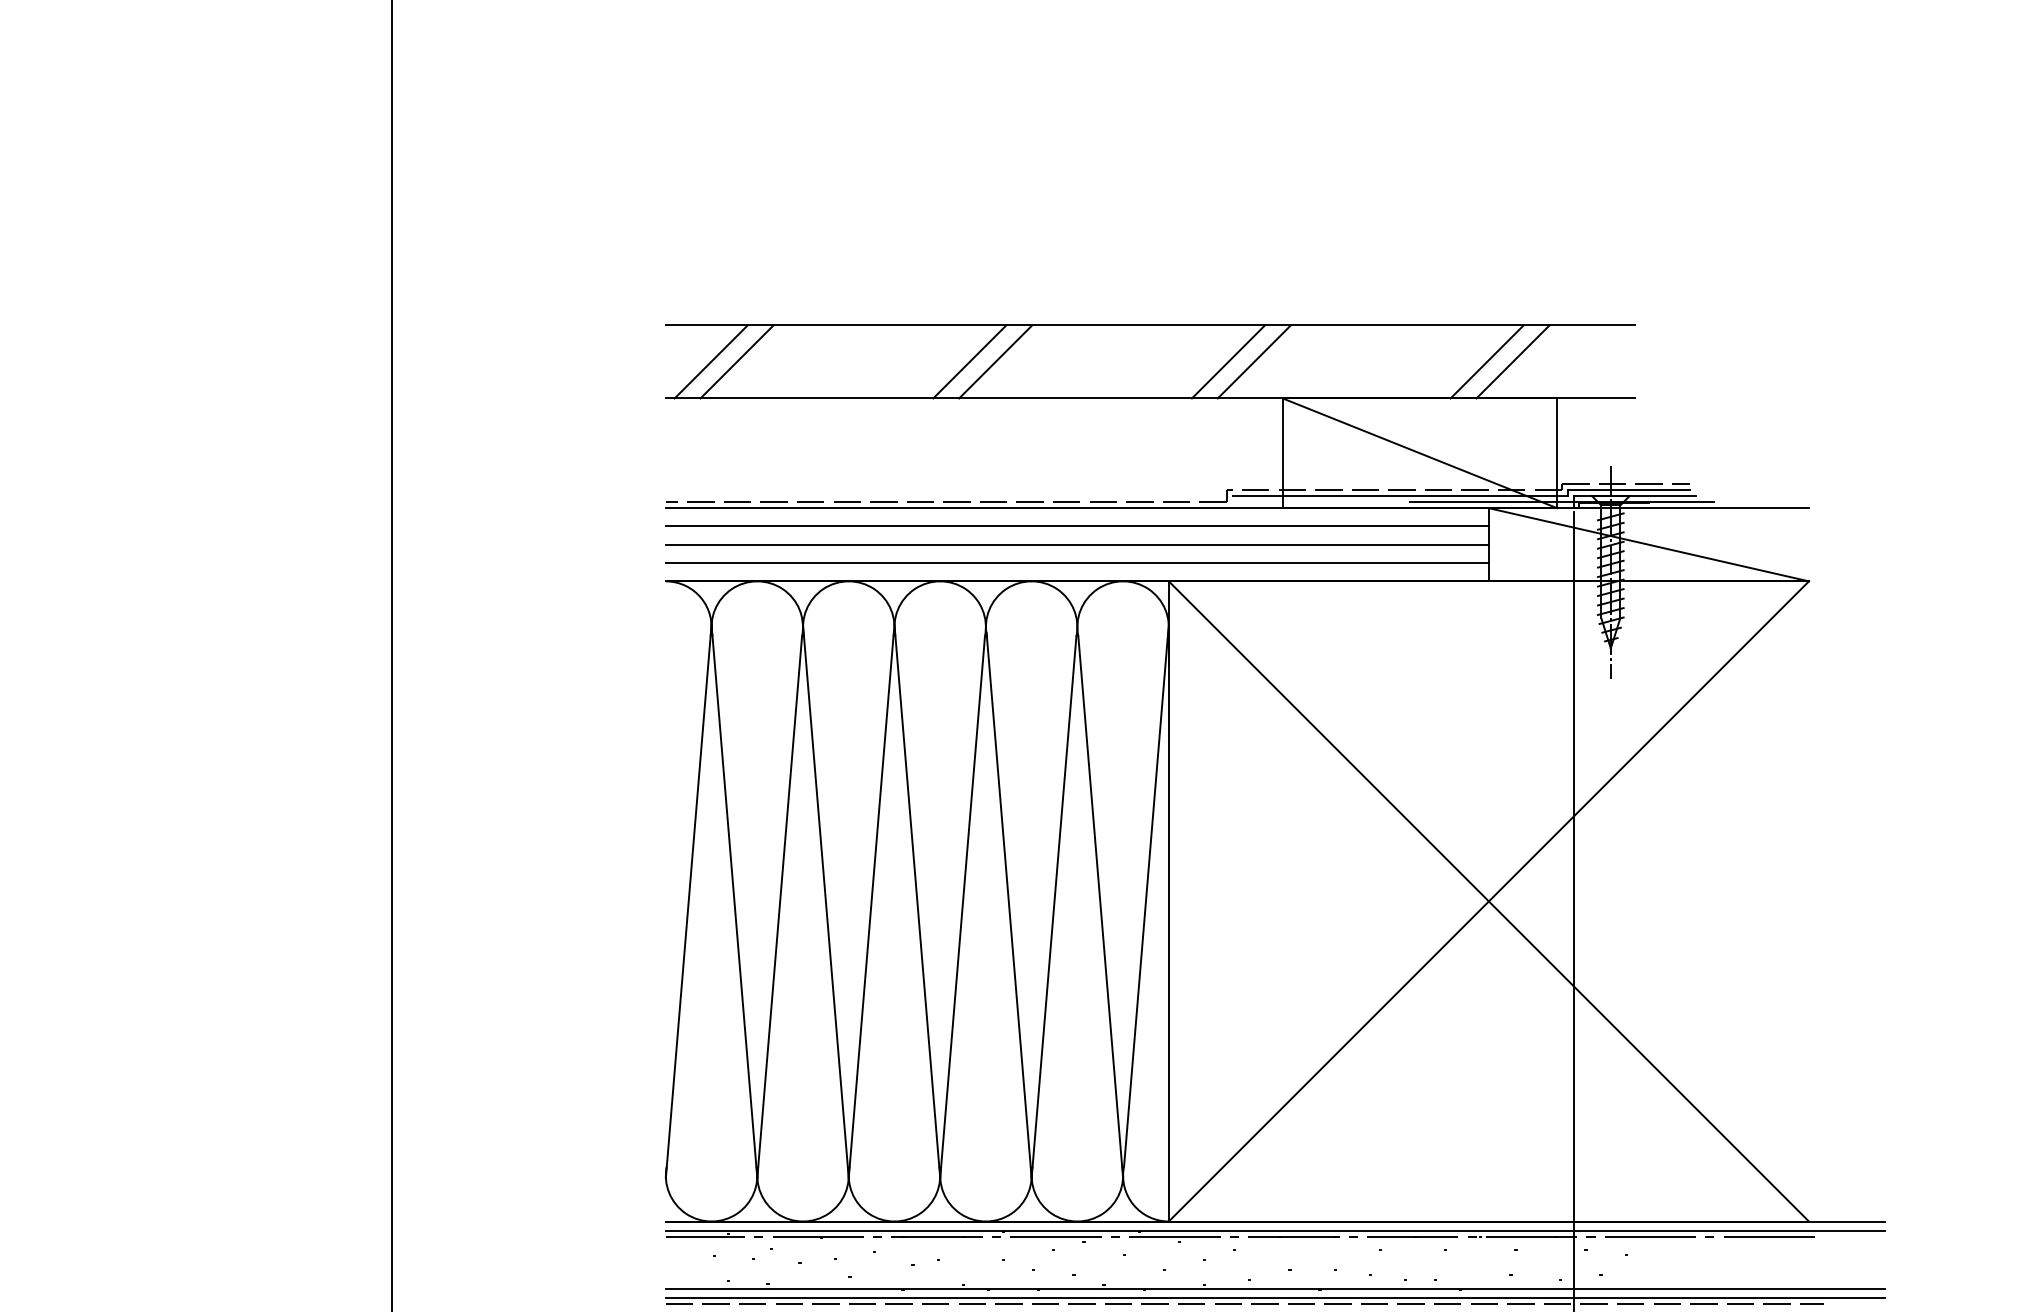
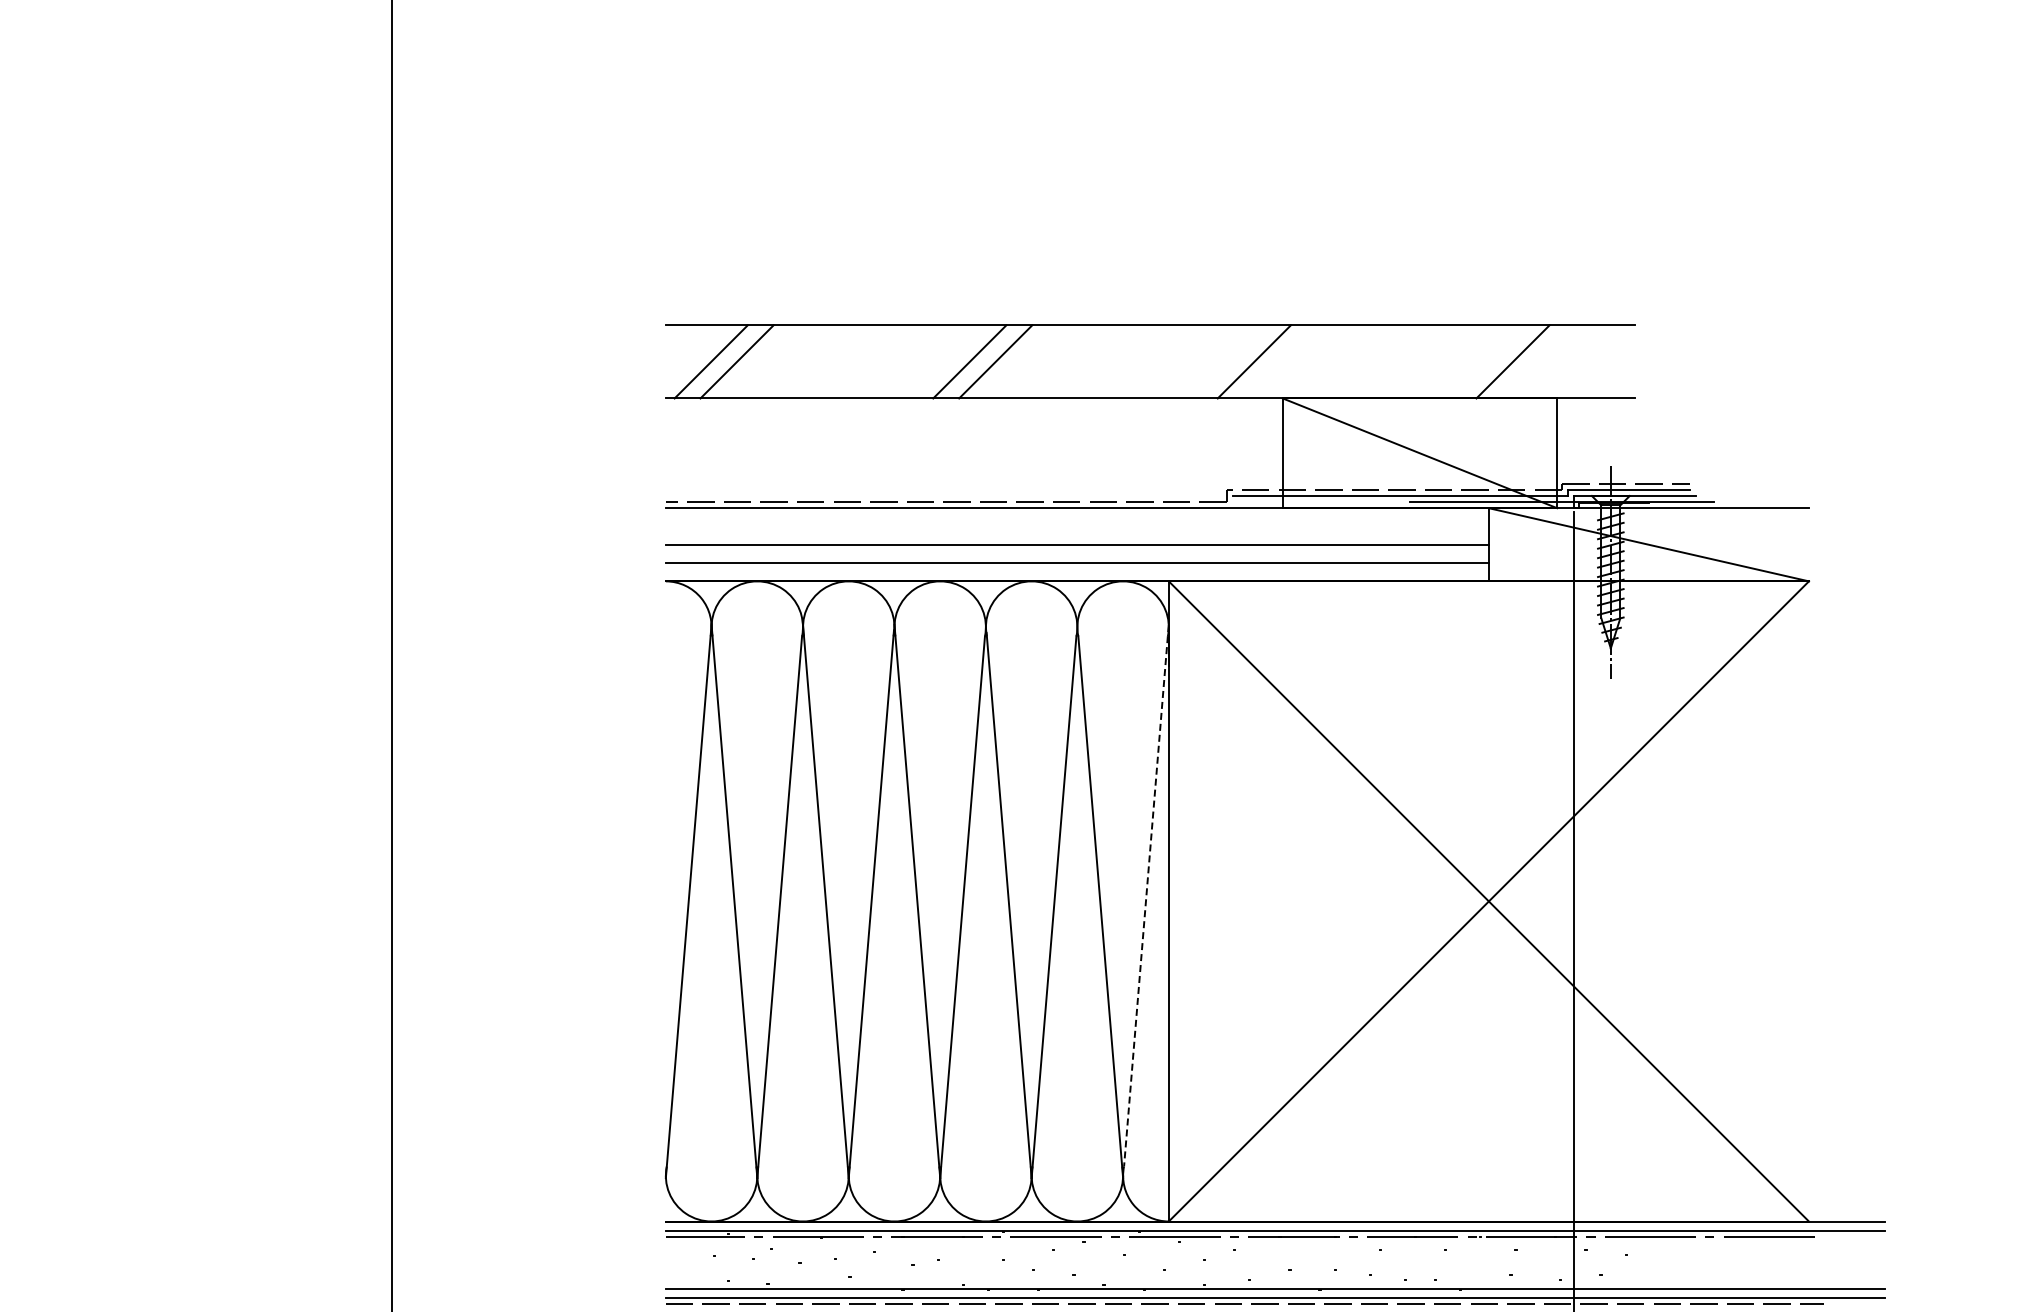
line at (1228, 361): present -> none
line at (1486, 361): present -> none
line at (1076, 526): present -> none
line at (1146, 895): solid -> dashed
